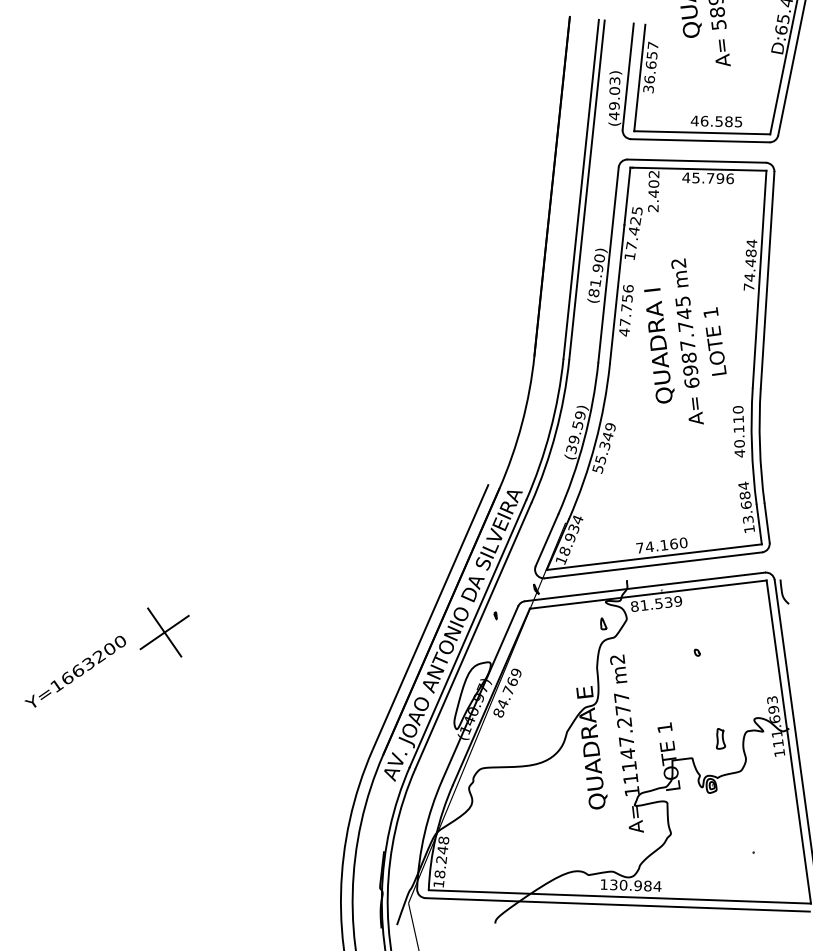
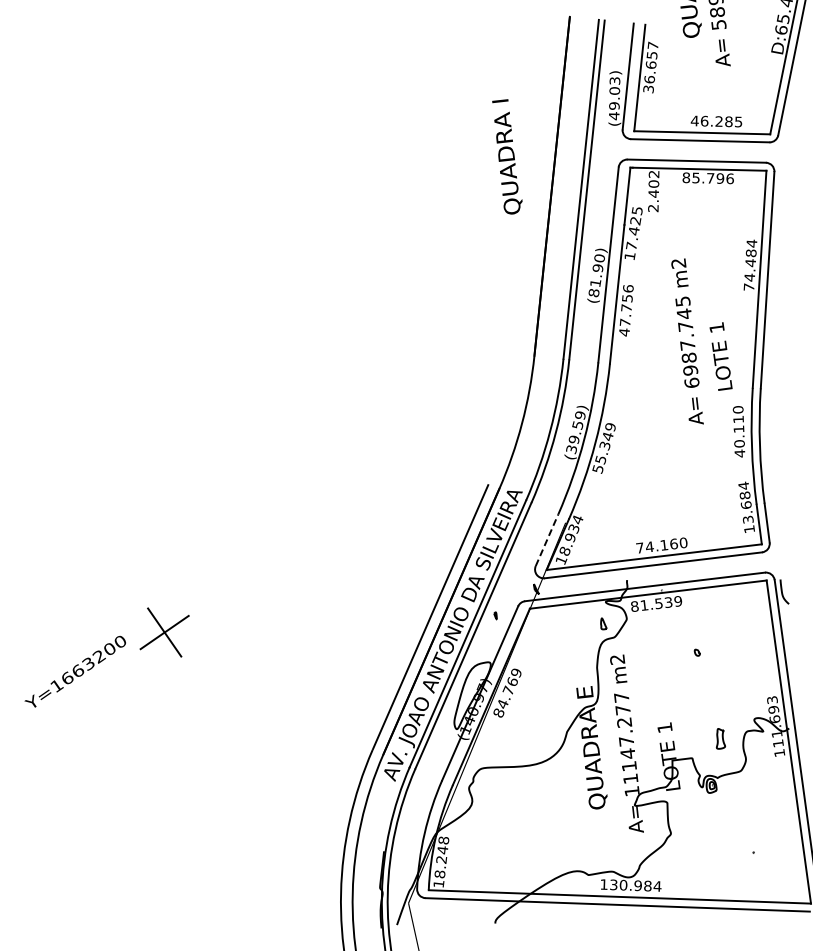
text at (718, 121): 46.585 -> 46.285
text at (686, 177): 45.796 -> 85.796
text at (714, 341) position: (714, 341) -> (720, 356)
text at (659, 345) position: (659, 345) -> (507, 156)
line at (547, 539): solid -> dashed
